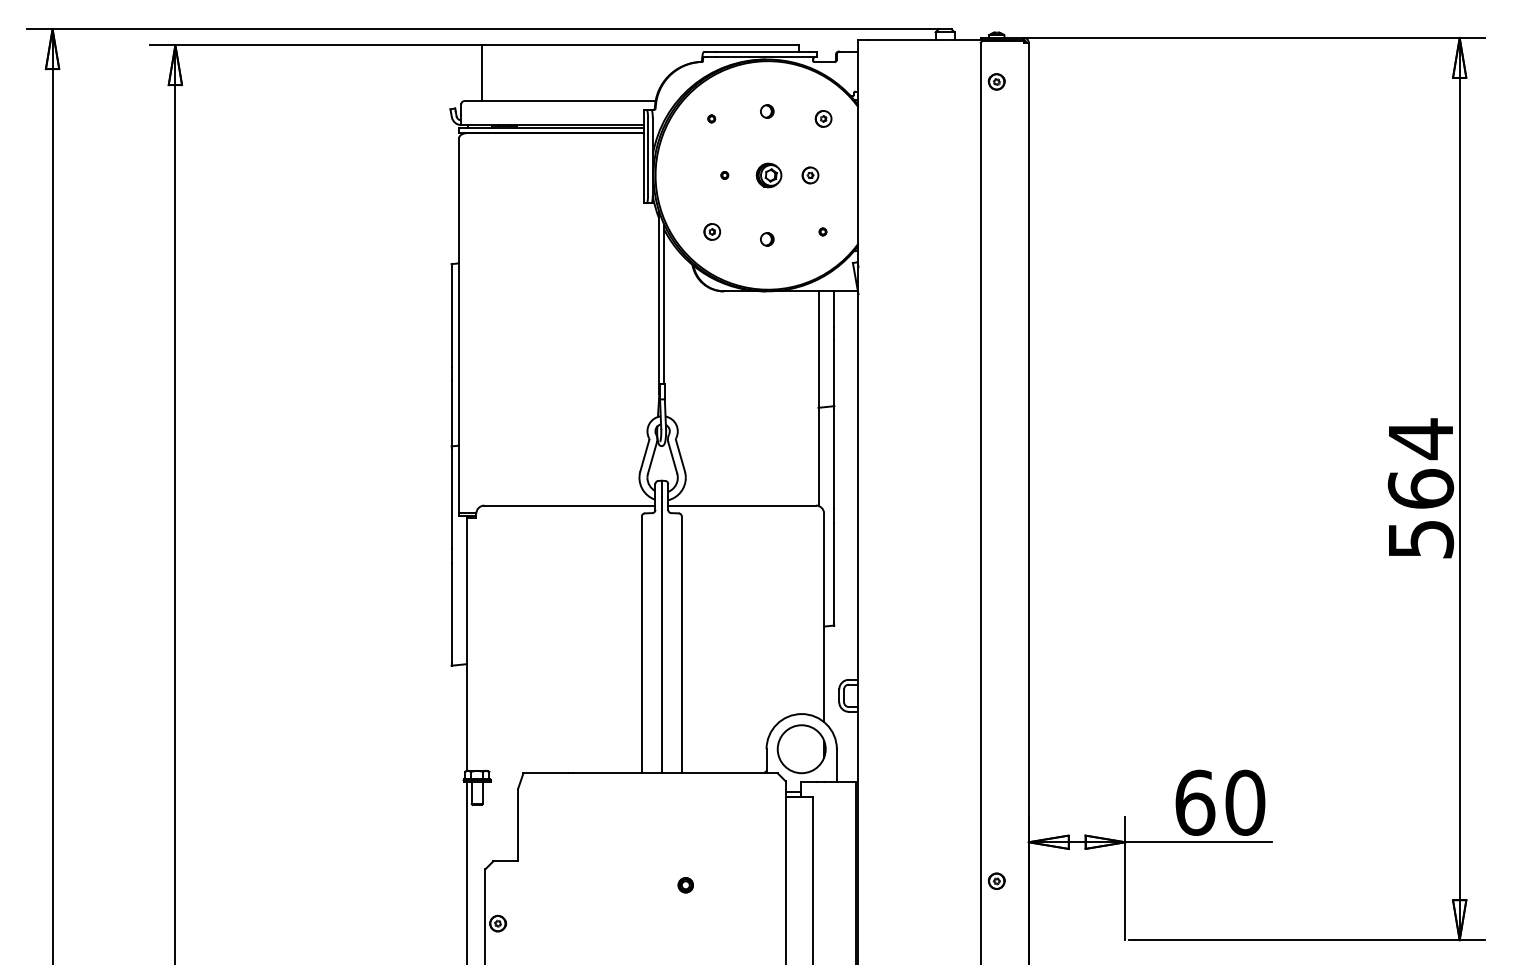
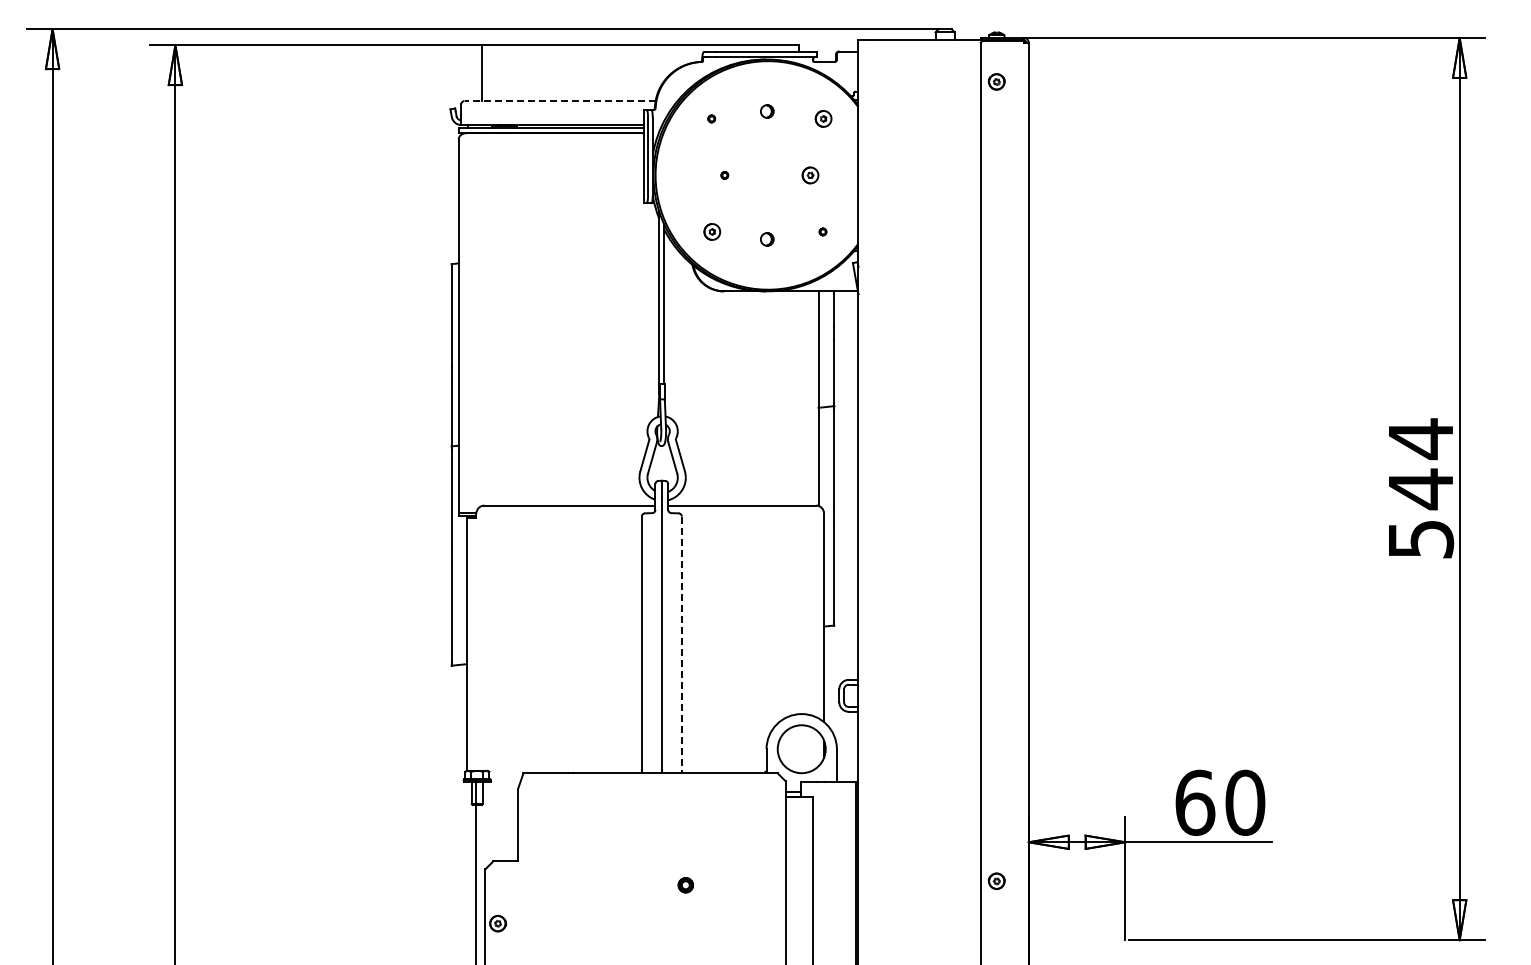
line at (560, 101): solid -> dashed
part at (768, 175): present -> none
text at (1420, 489): 564 -> 544
line at (681, 645): solid -> dashed
line at (466, 871) position: (466, 871) -> (475, 871)
